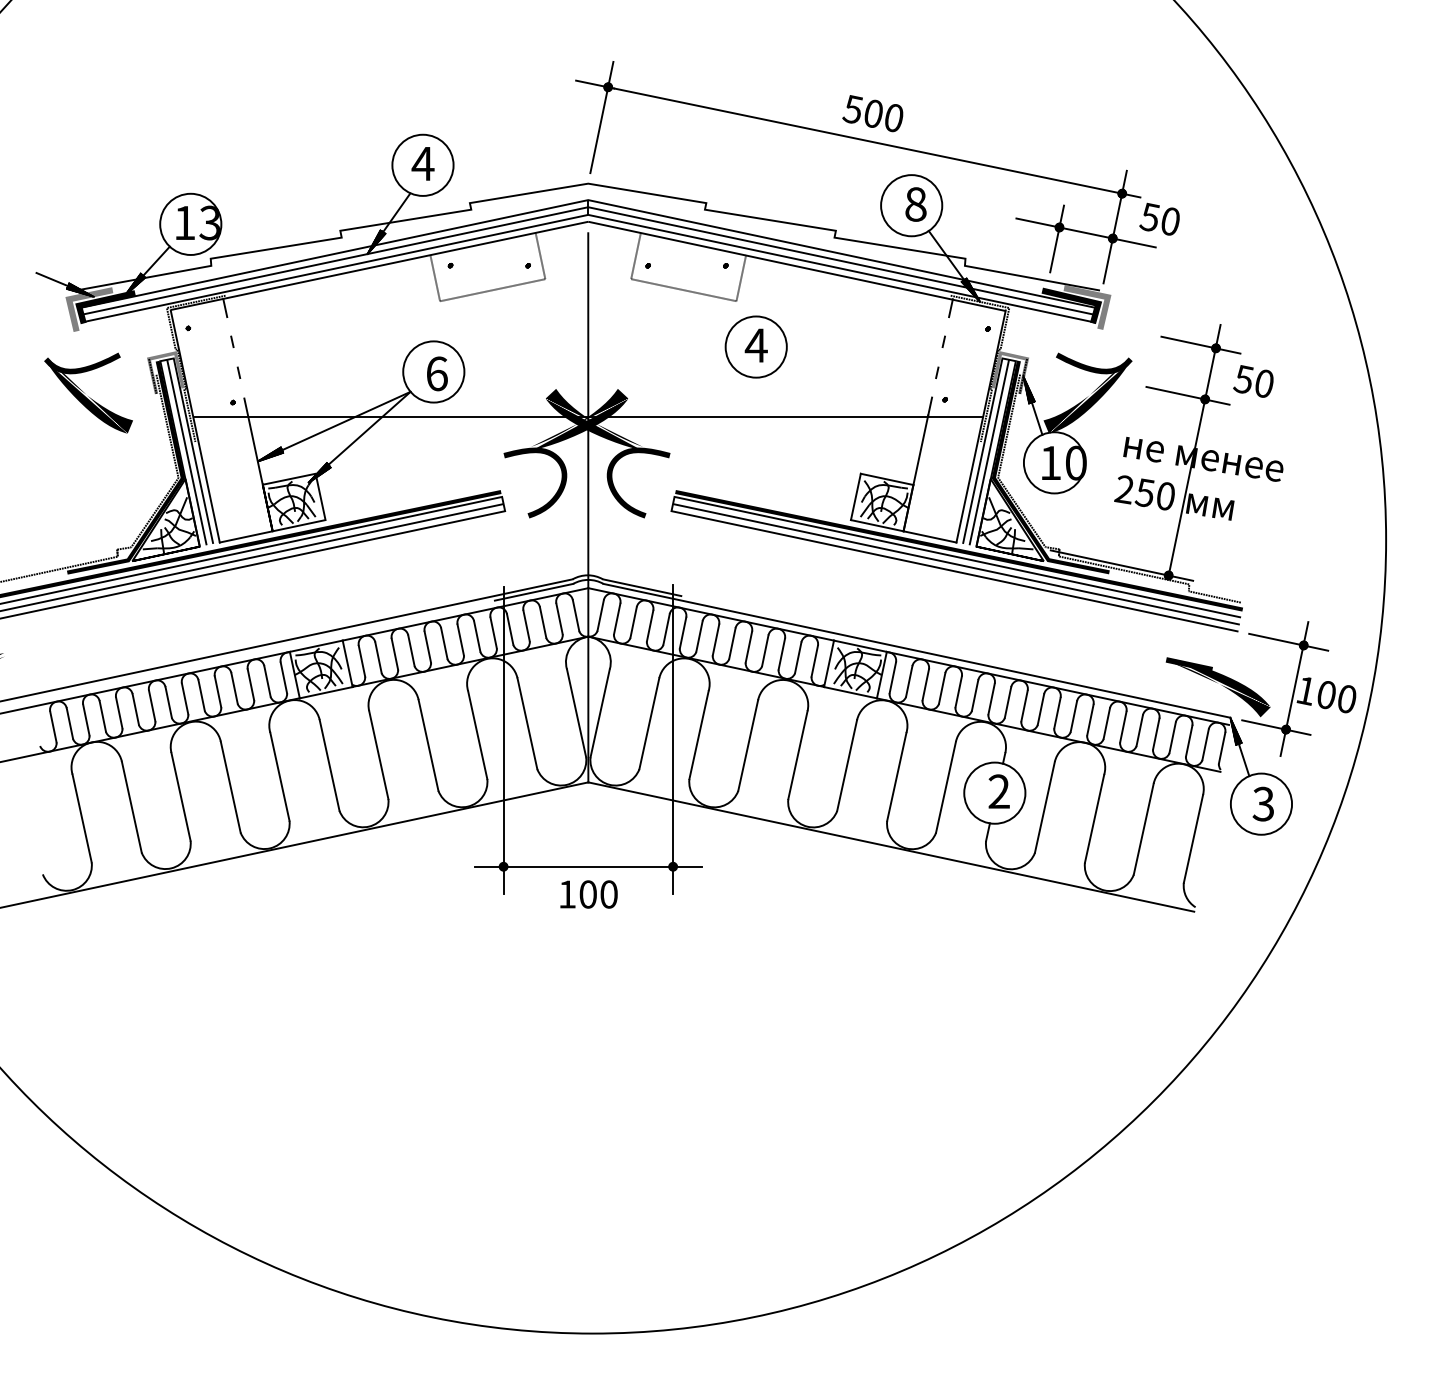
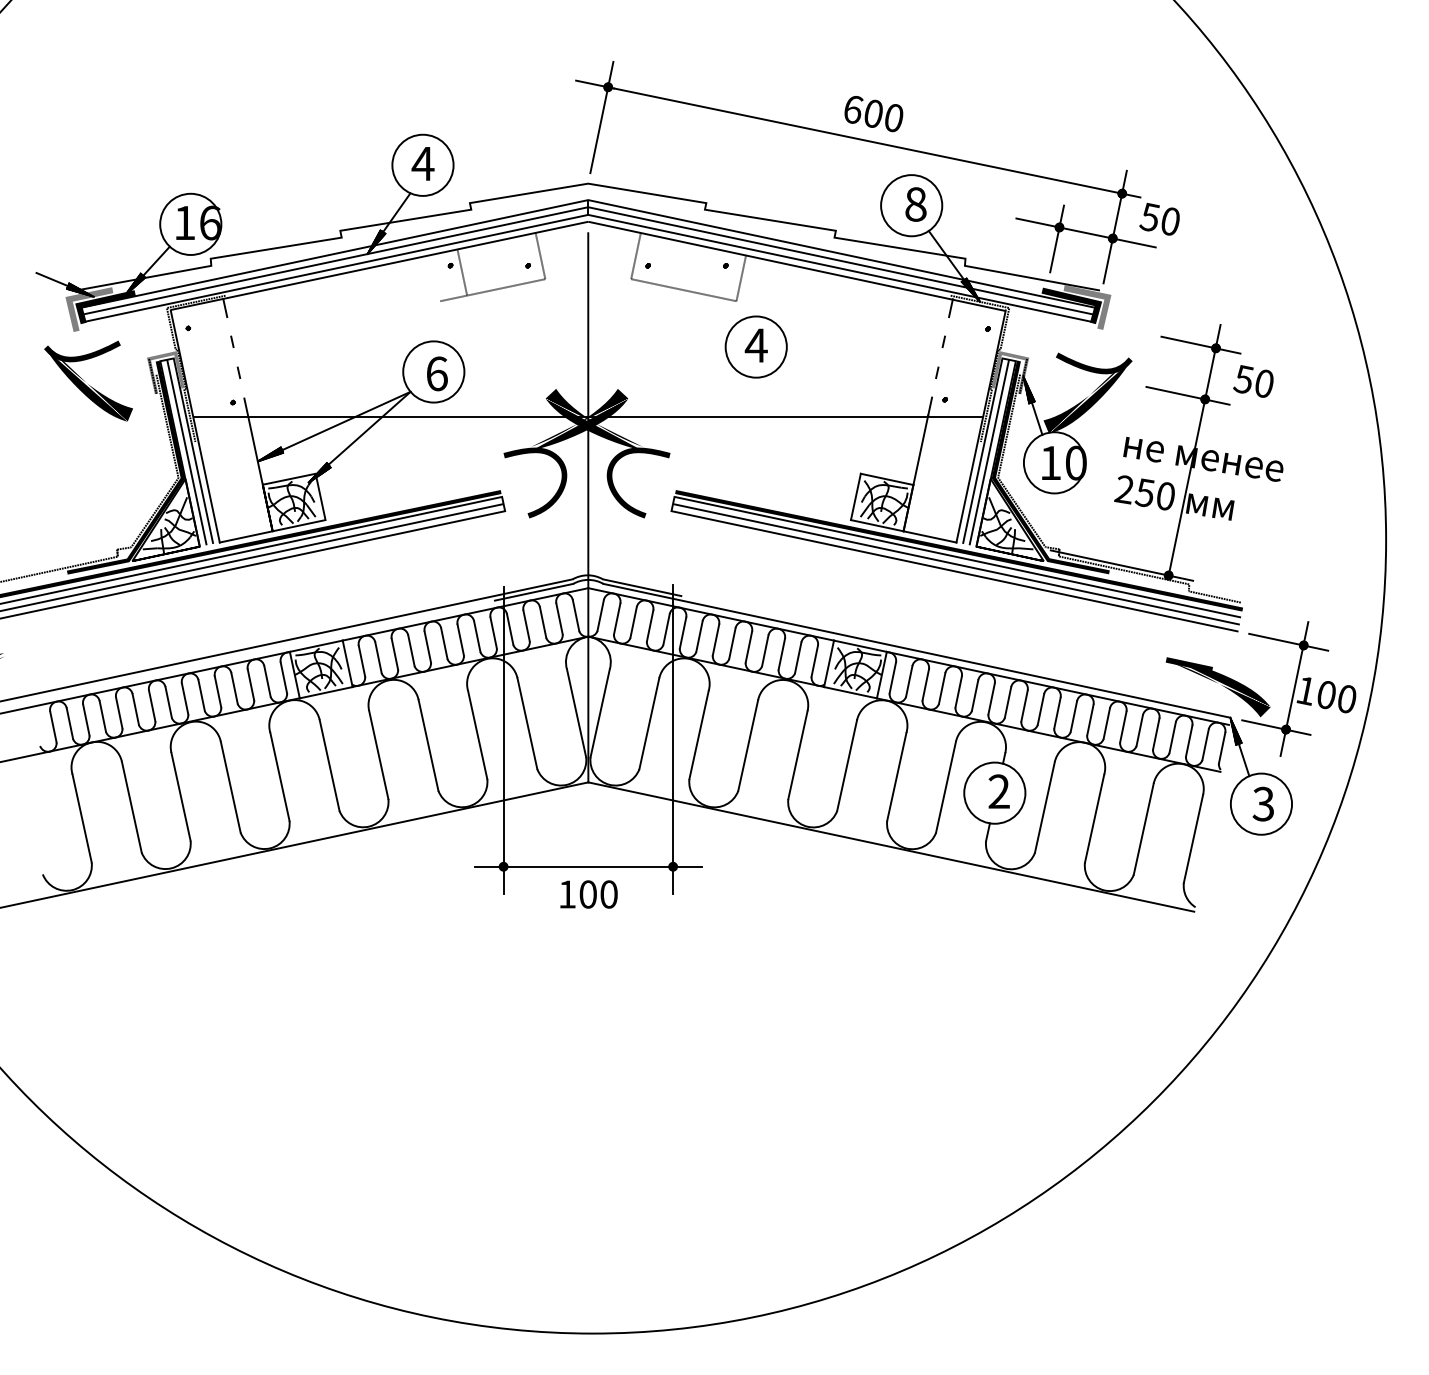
text at (852, 109): 500 -> 600
text at (209, 222): 13 -> 16
line at (435, 278) position: (435, 278) -> (462, 272)
part at (88, 392) position: (88, 392) -> (88, 380)
